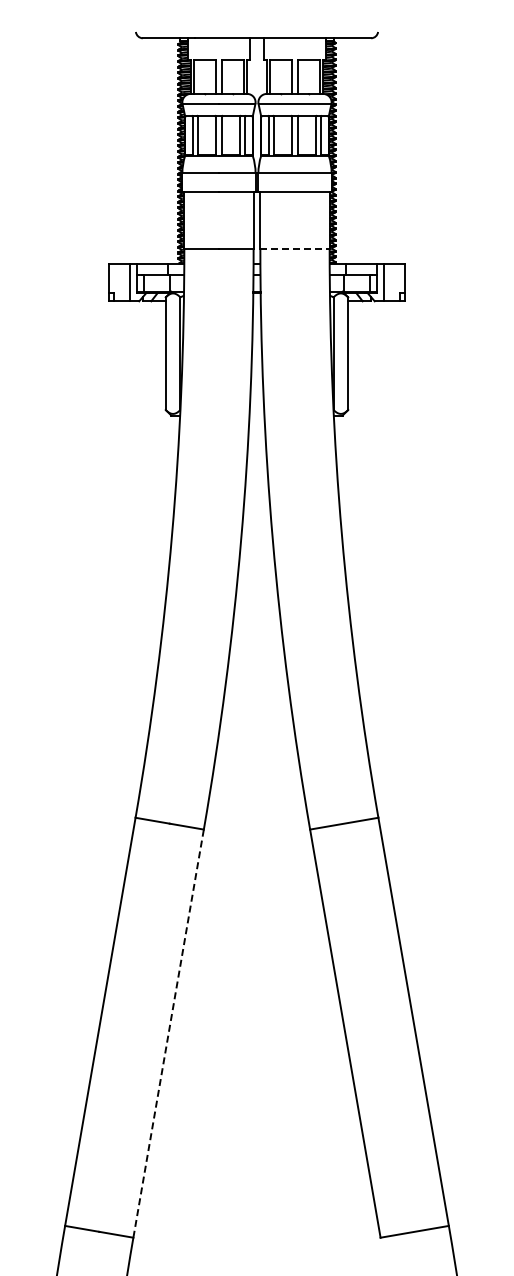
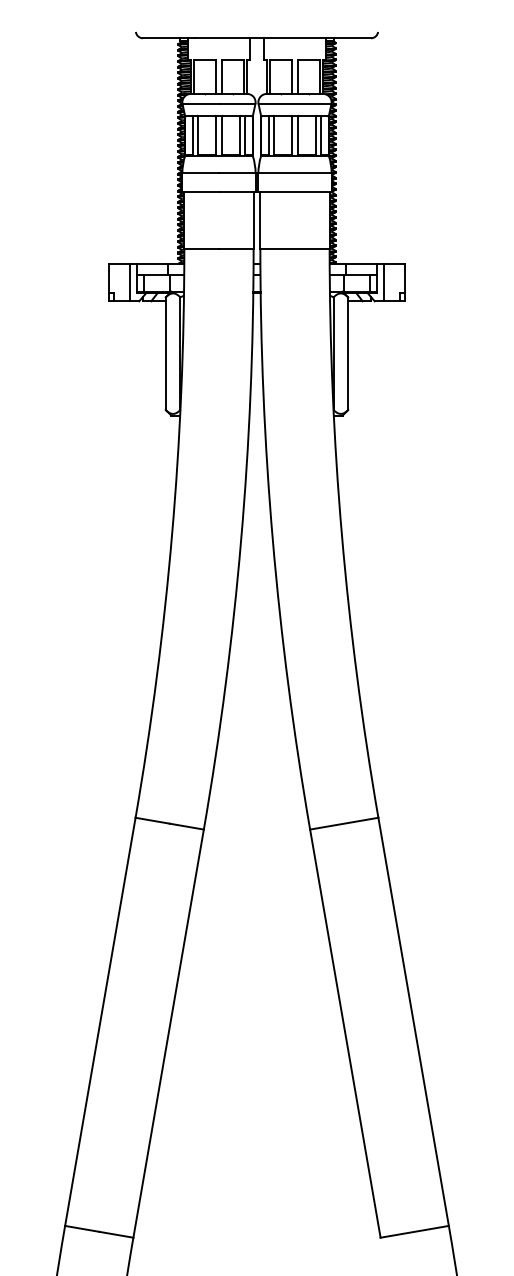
line at (295, 248): dashed -> solid
line at (168, 1033): dashed -> solid
